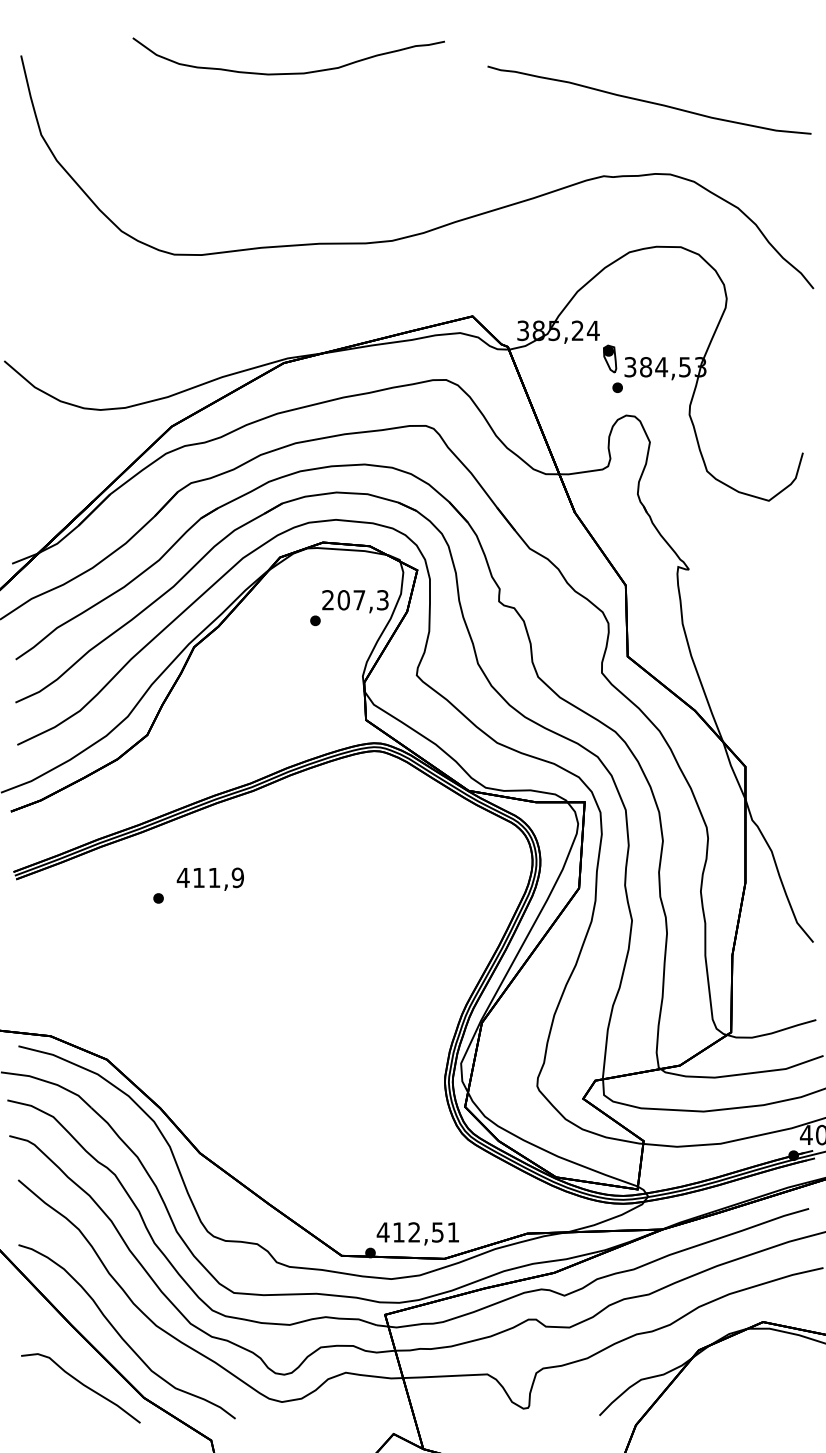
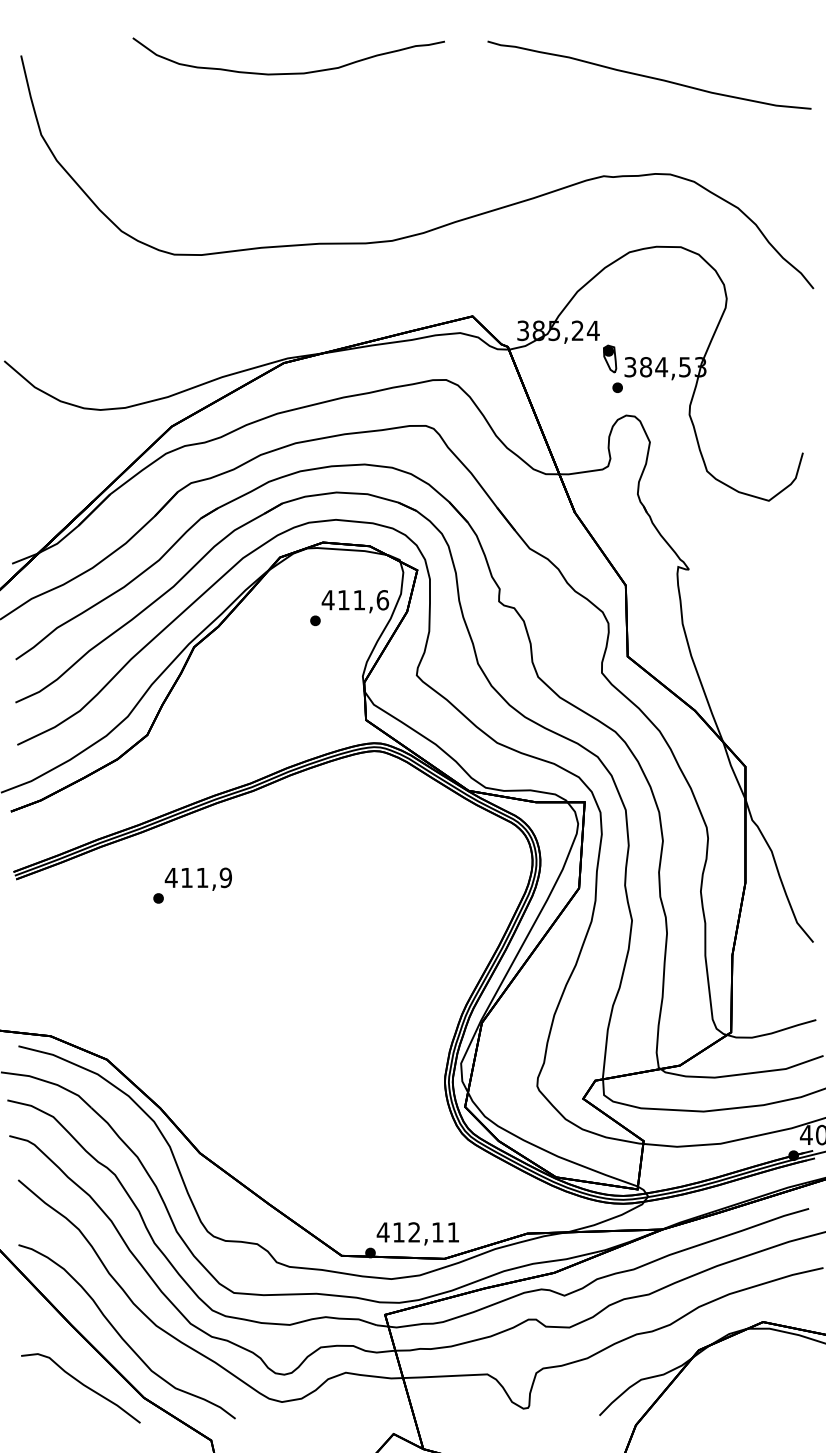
curve at (649, 101) position: (649, 101) -> (649, 76)
text at (355, 600): 207,3 -> 411,6
text at (209, 878) position: (209, 878) -> (197, 878)
text at (437, 1232): 412,51 -> 412,11
